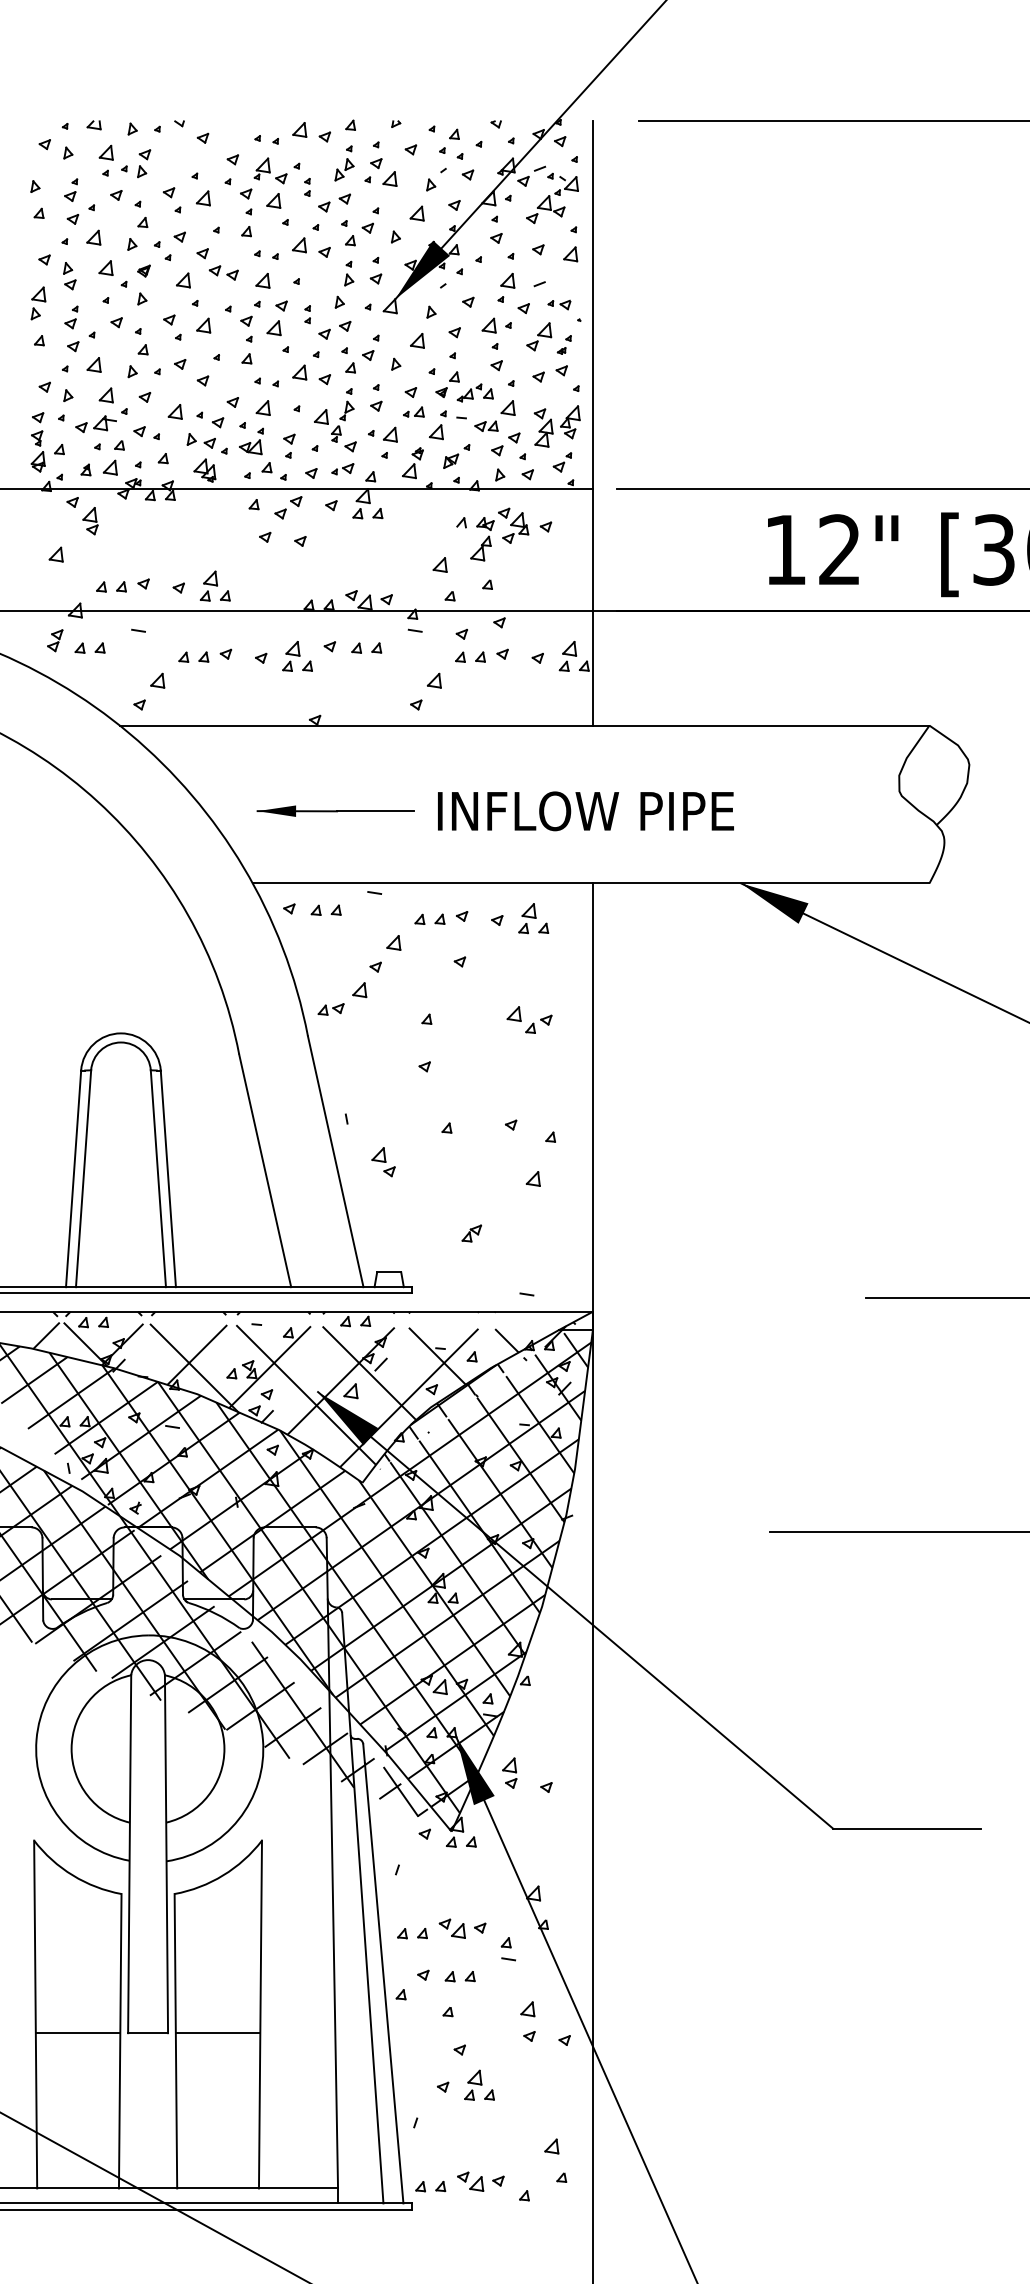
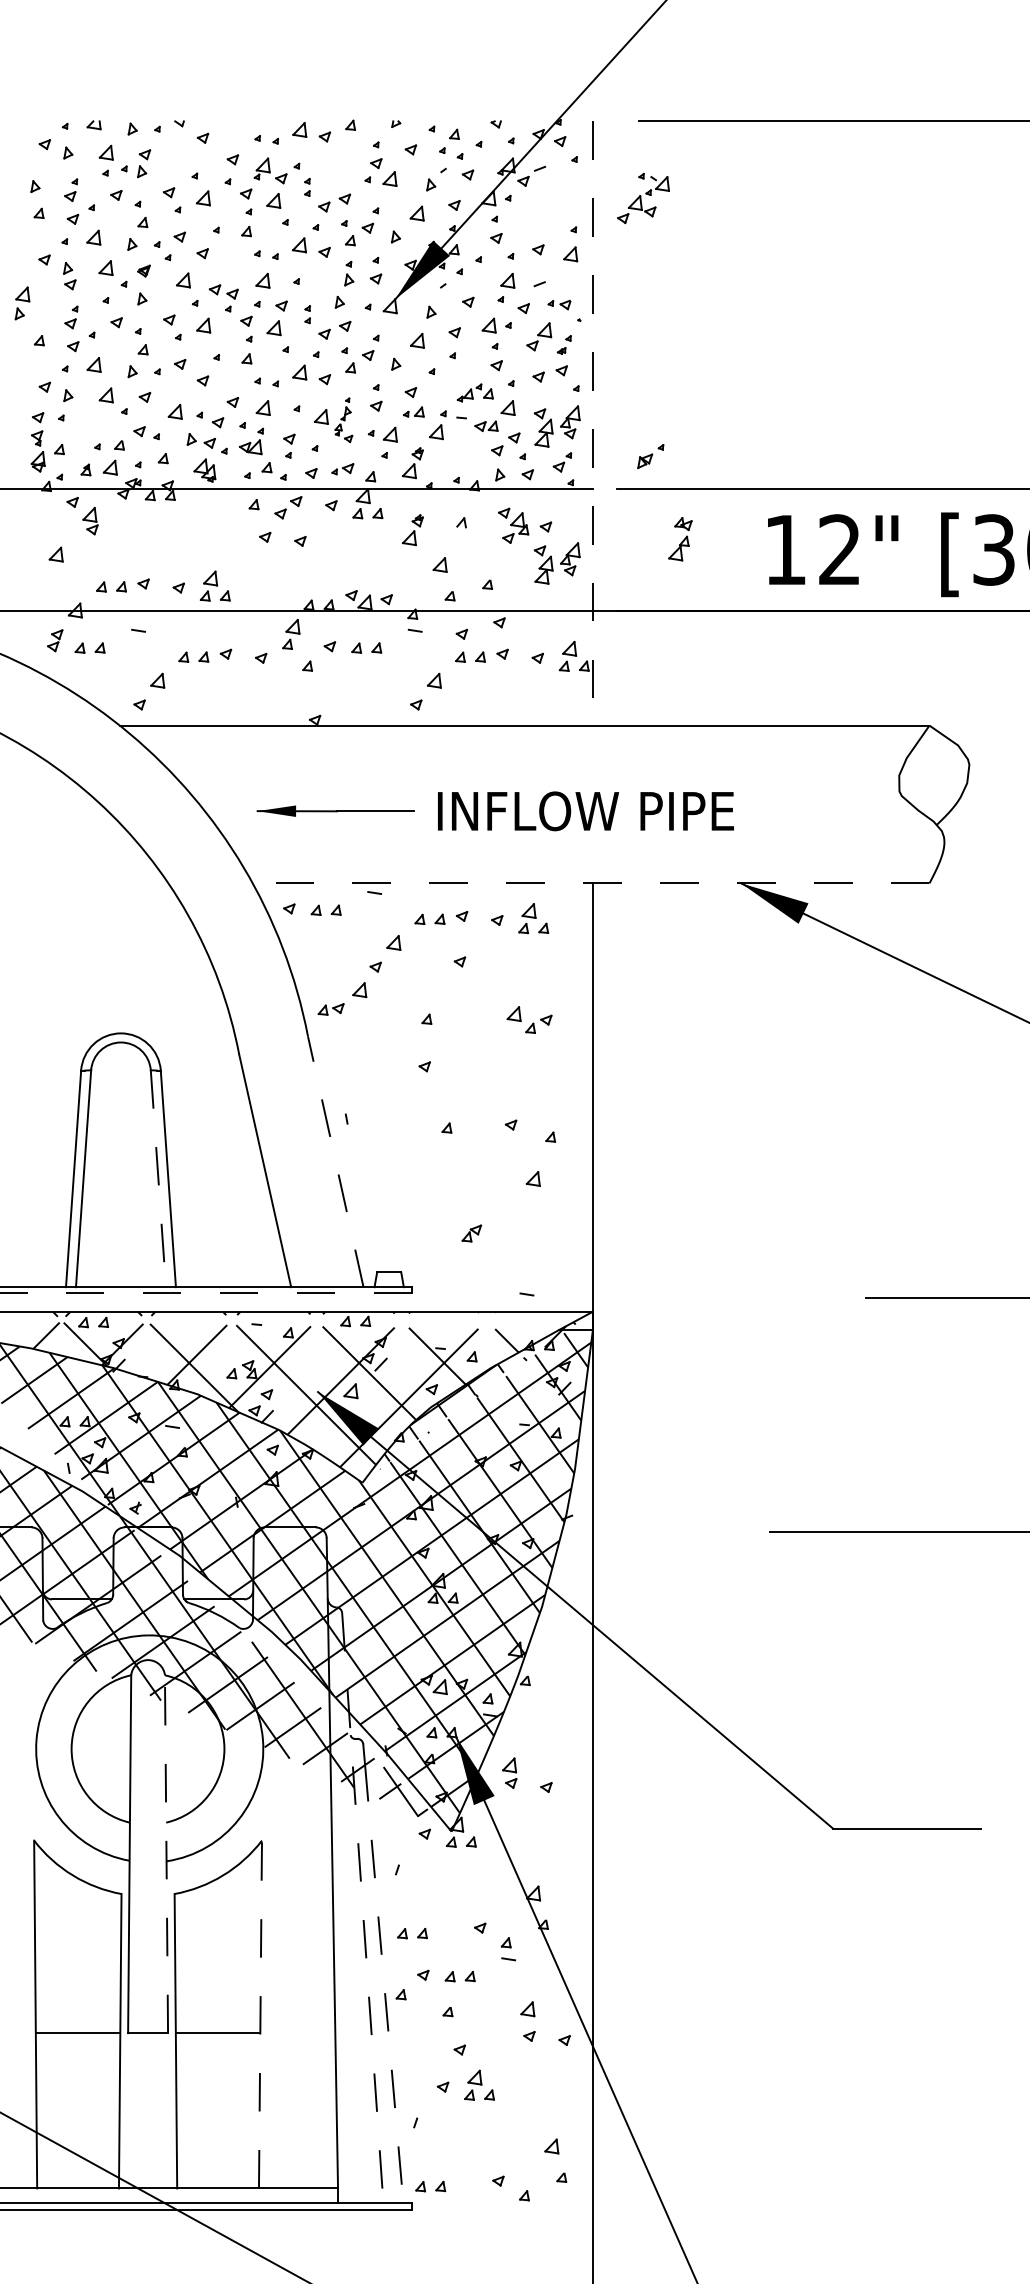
part at (344, 163): present -> none
part at (552, 198) position: (552, 198) -> (643, 198)
part at (223, 272) position: (223, 272) -> (223, 291)
part at (38, 303) position: (38, 303) -> (22, 303)
part at (447, 384): present -> none
part at (343, 420) size: 26x65 px -> 20x47 px
part at (95, 424): present -> none
line at (592, 424): solid -> dashed
part at (456, 456) position: (456, 456) -> (650, 456)
part at (412, 530): none -> present
part at (482, 539) position: (482, 539) -> (680, 539)
part at (556, 563): none -> present
part at (291, 656) position: (291, 656) -> (291, 634)
line at (590, 883): solid -> dashed
line at (335, 1161): solid -> dashed
part at (383, 1162): present -> none
line at (158, 1178): solid -> dashed
line at (206, 1293): solid -> dashed
line at (166, 1853): solid -> dashed
line at (362, 1908): solid -> dashed
part at (451, 1928): present -> none
line at (384, 1983): solid -> dashed
line at (260, 2014): solid -> dashed
part at (470, 2181): present -> none
